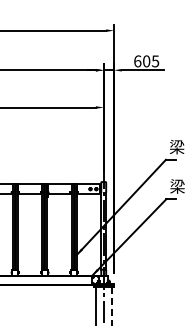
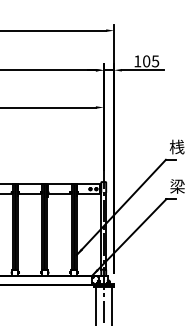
text at (137, 61): 605 -> 105
text at (176, 146): 梁 -> 桟
line at (111, 306): dashed -> solid
